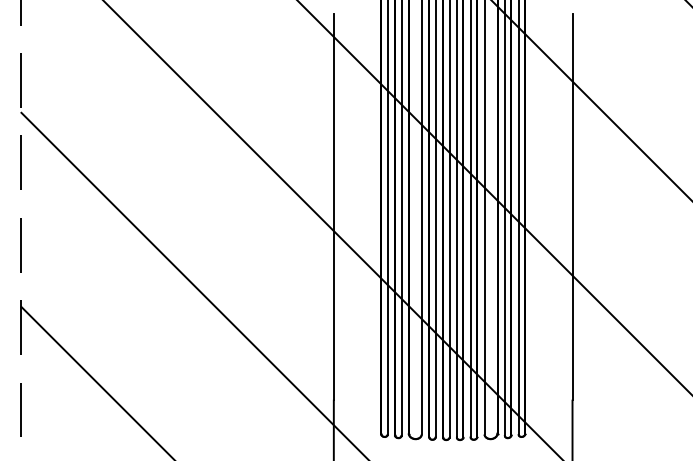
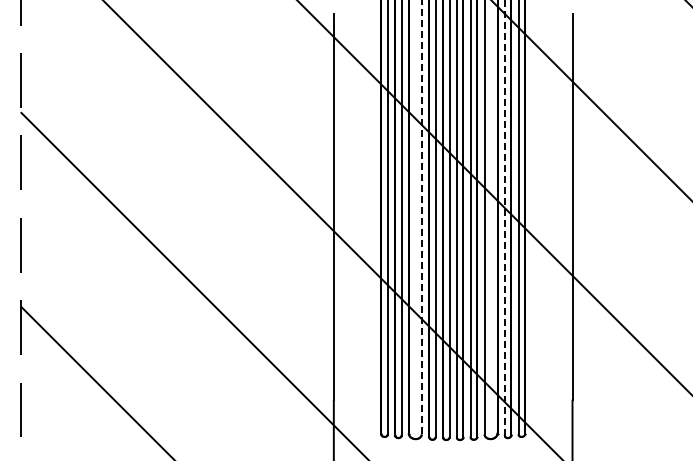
line at (421, 217): solid -> dashed
line at (504, 217): solid -> dashed
